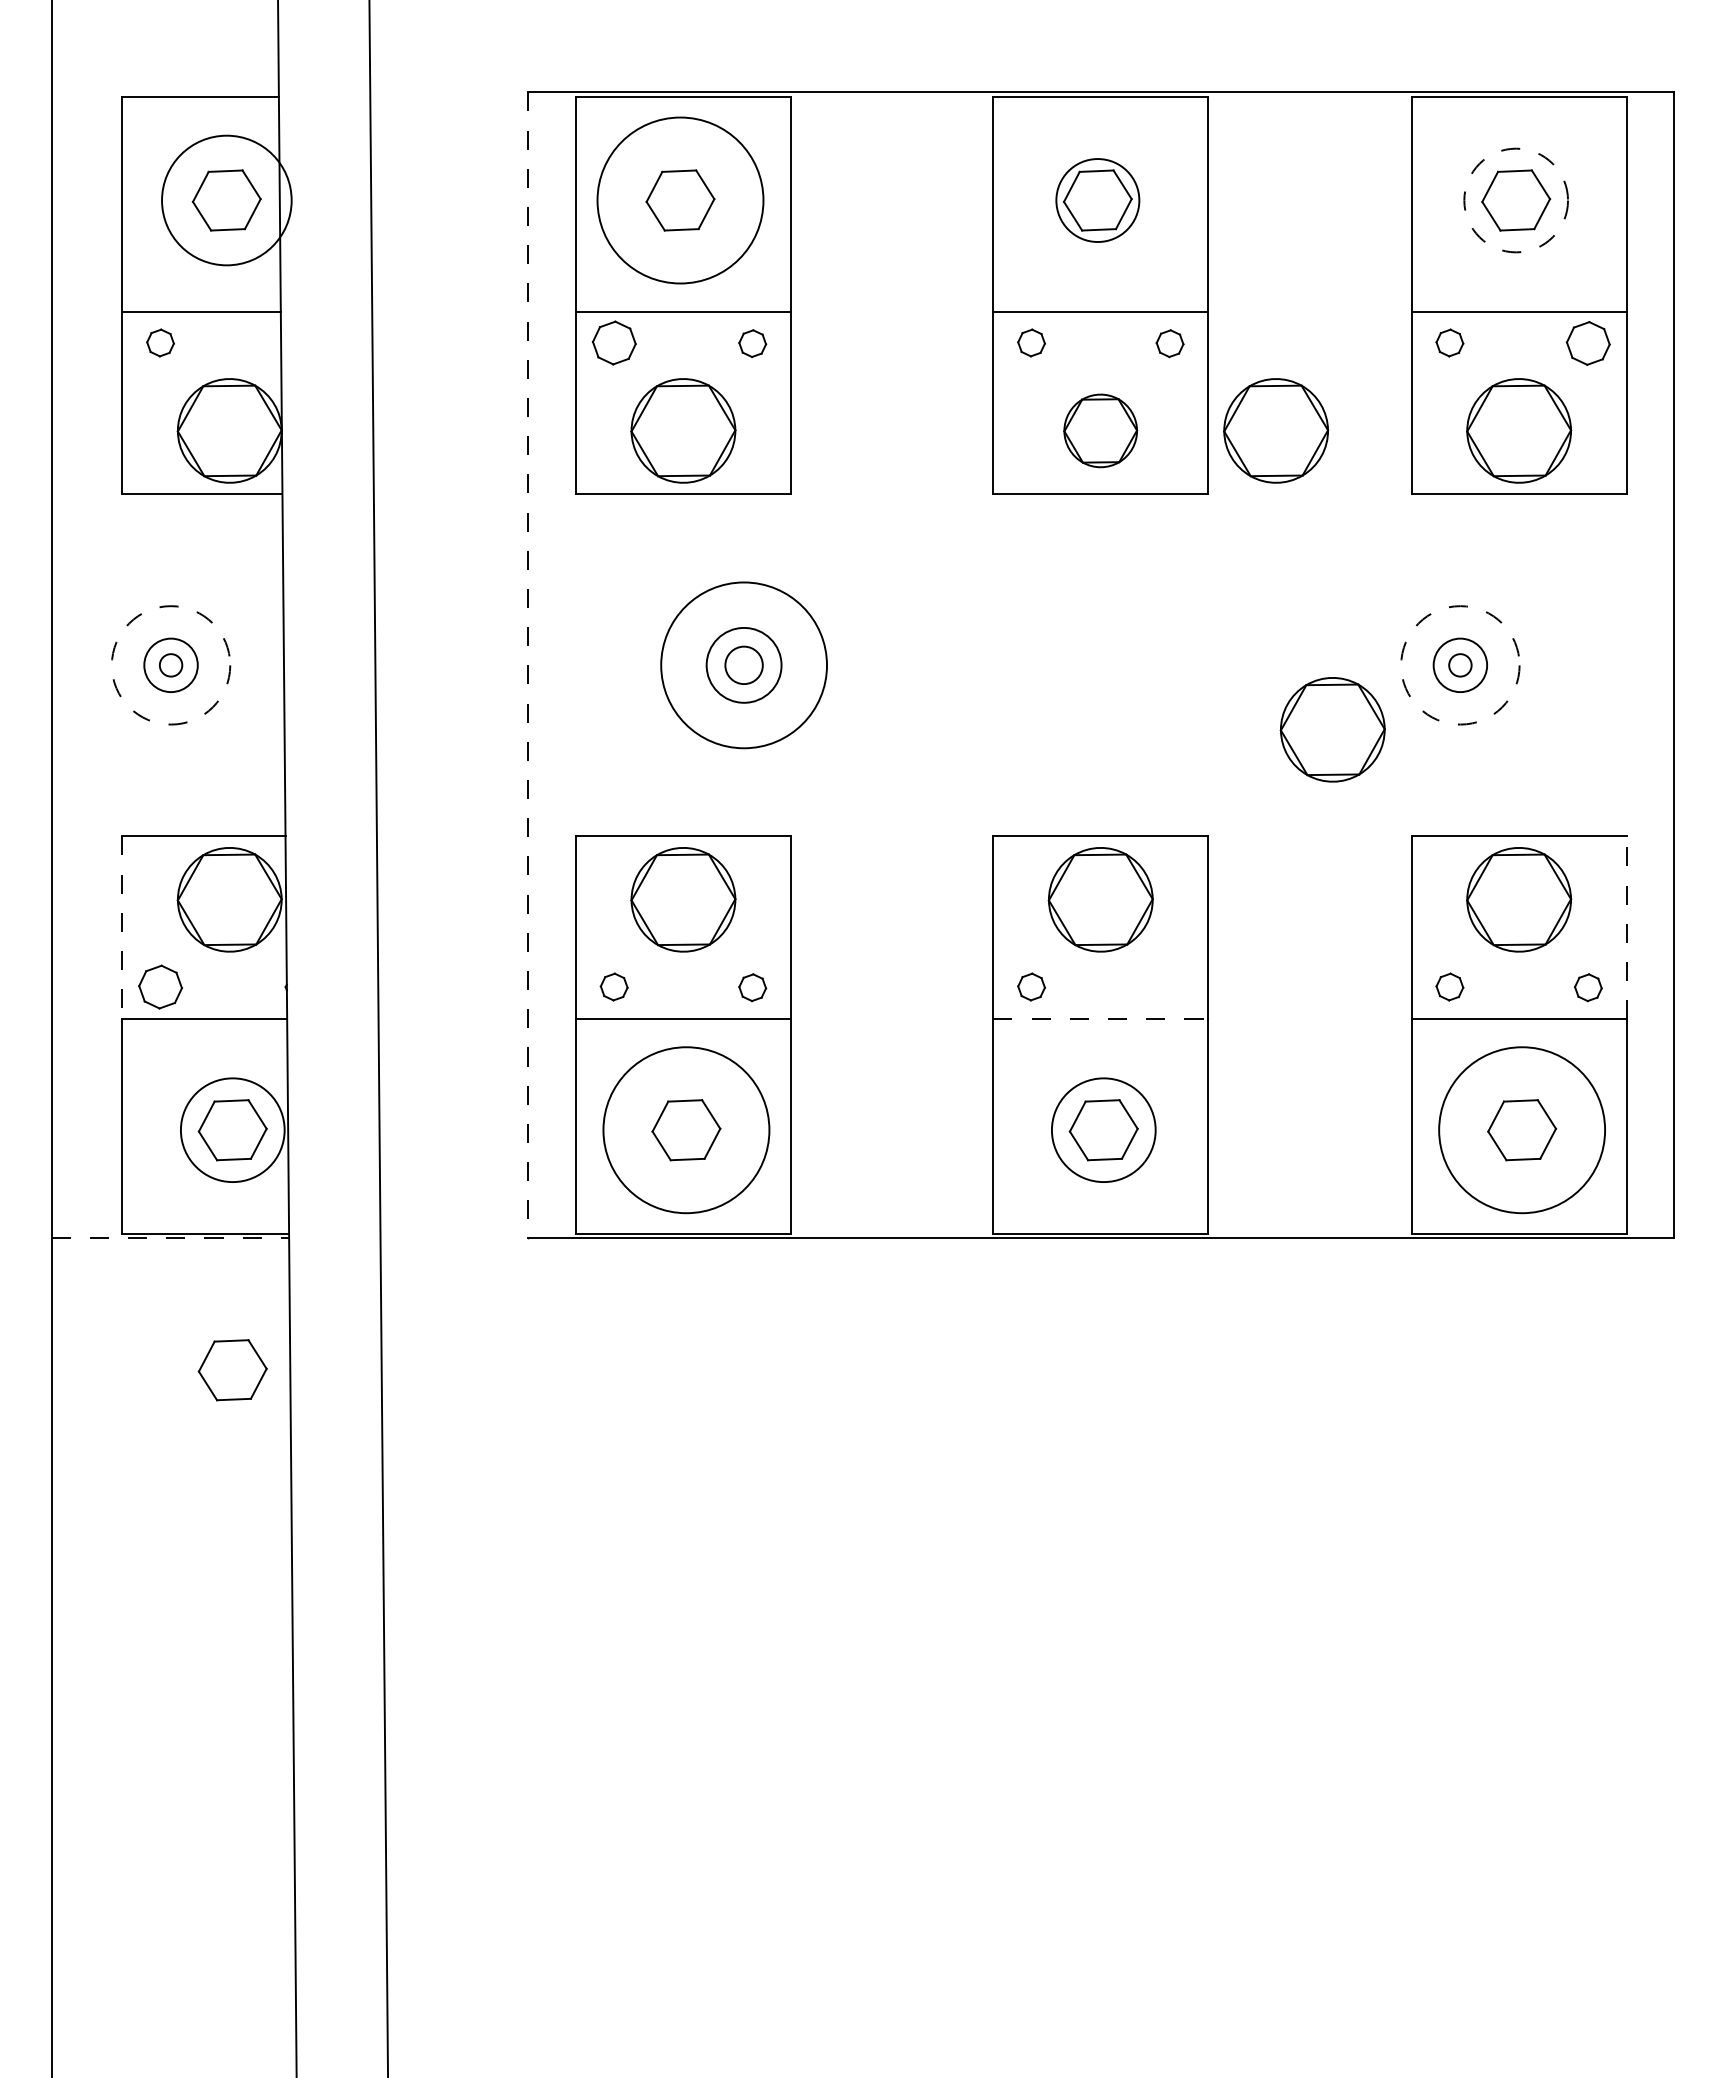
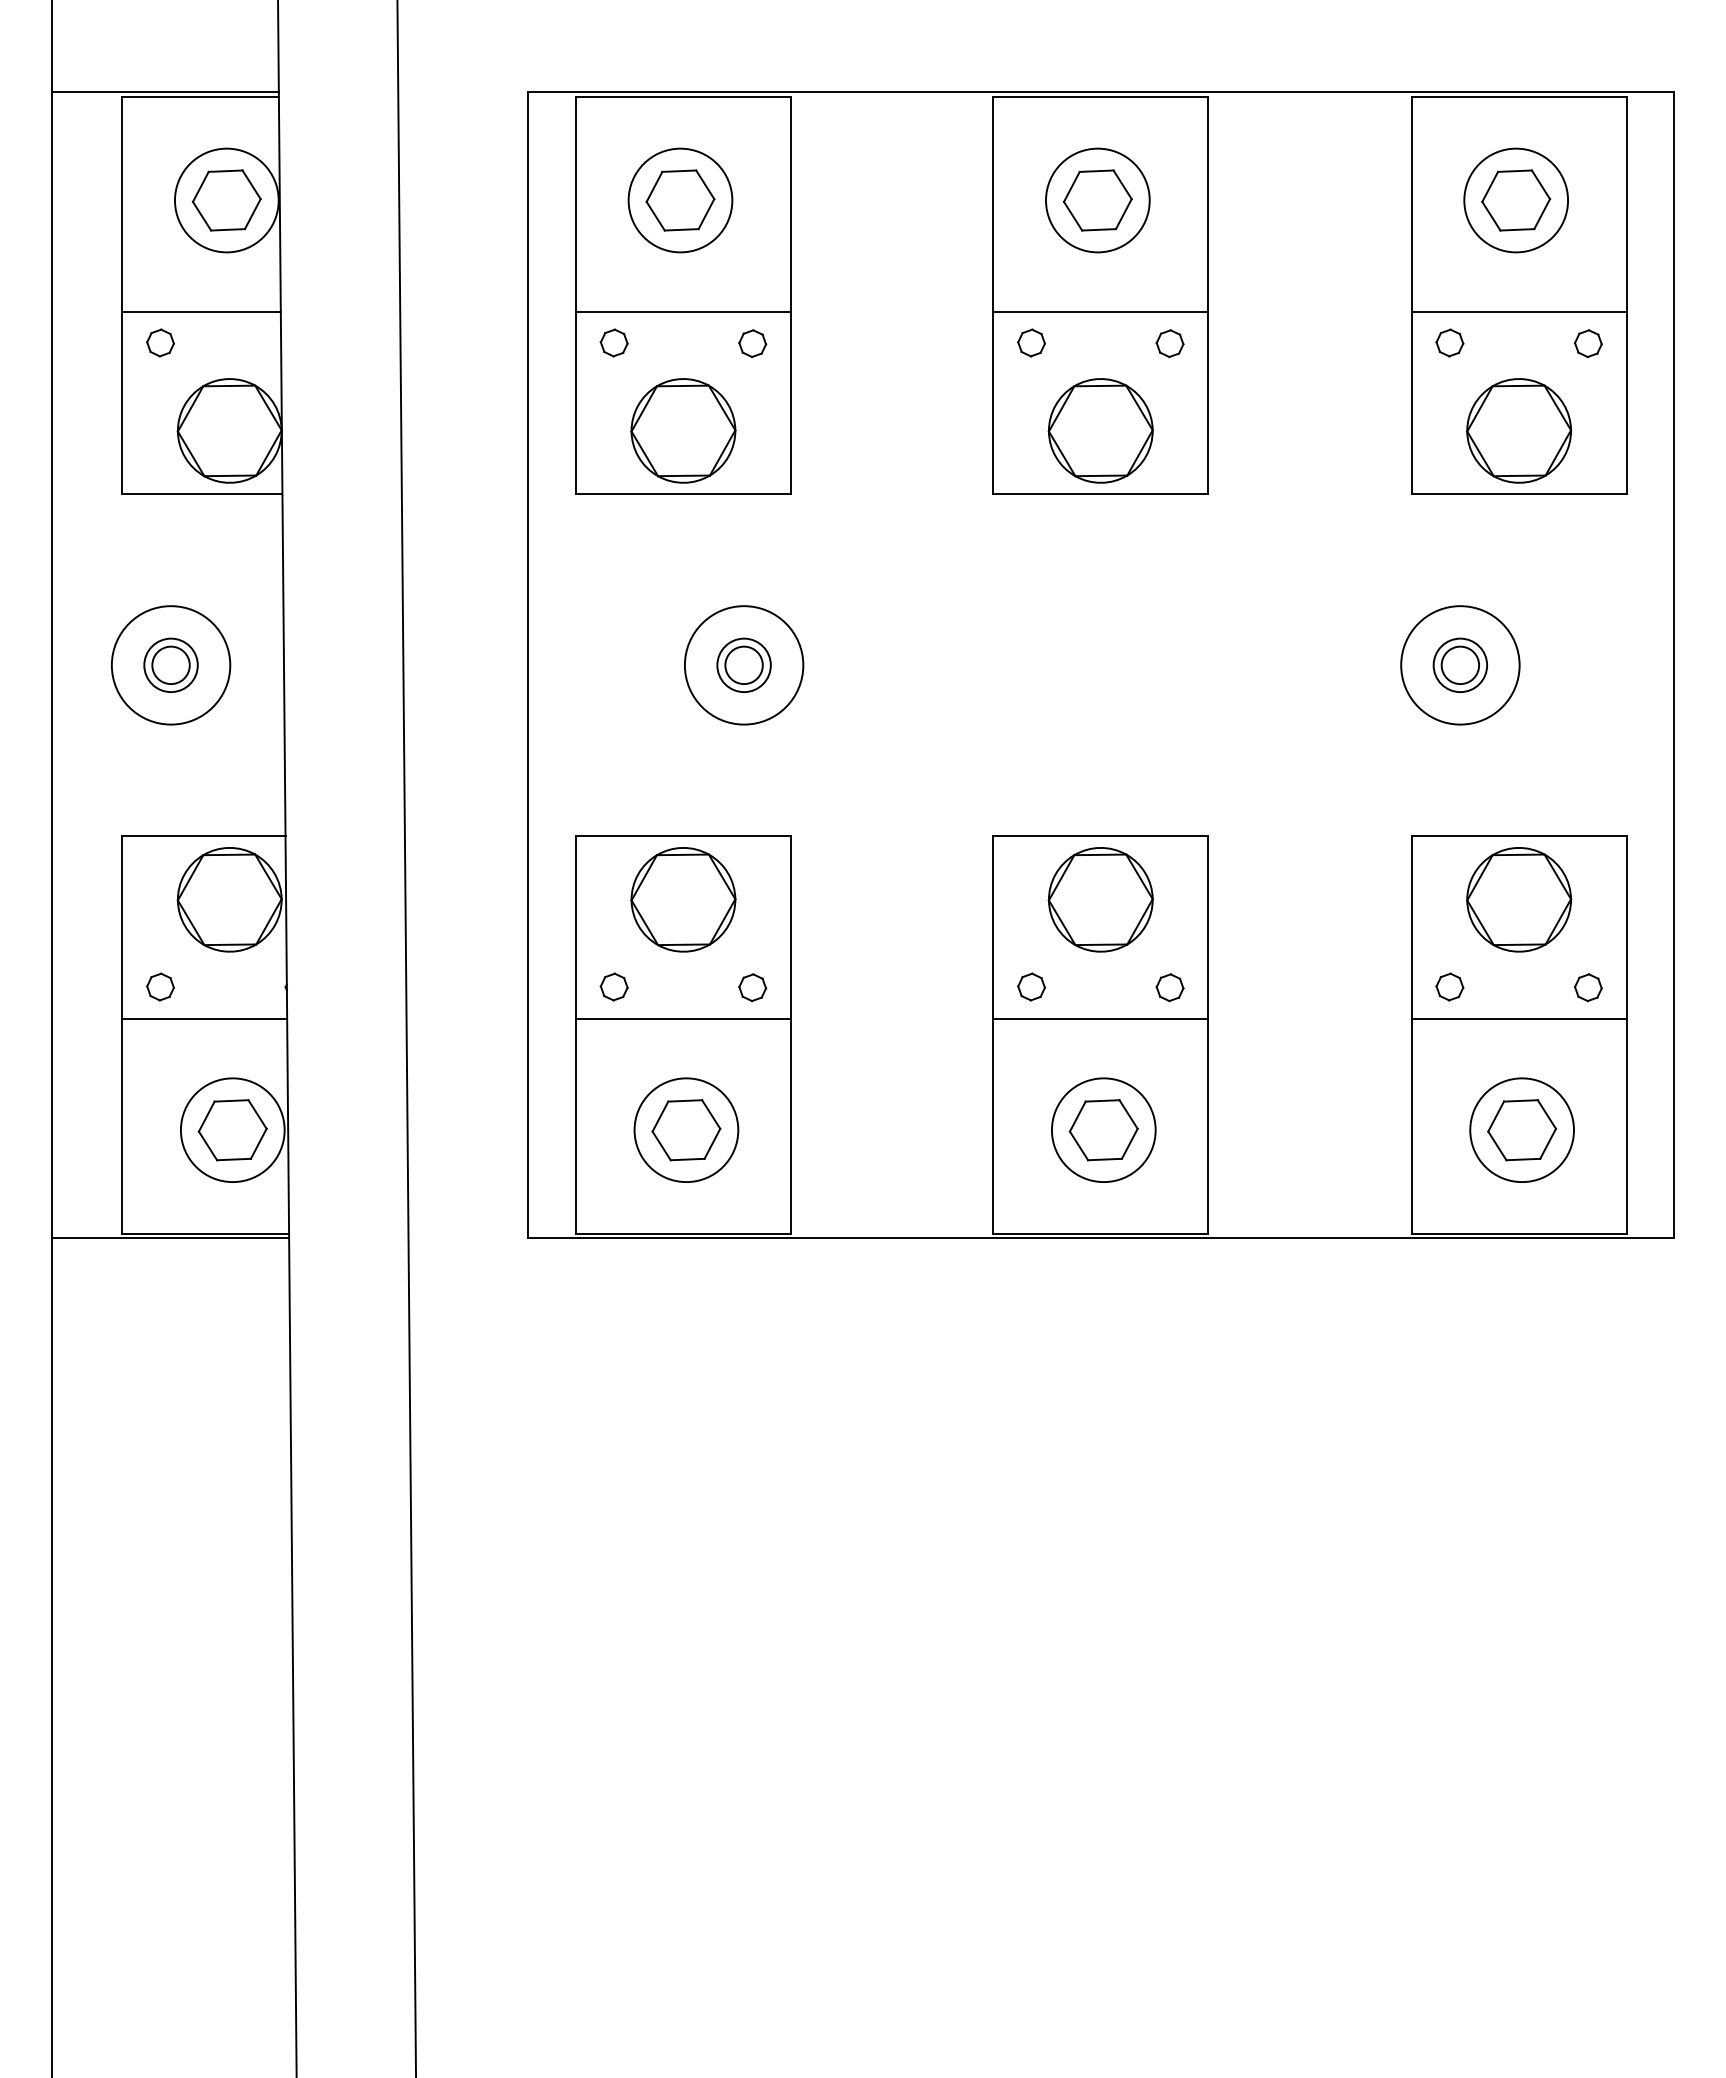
line at (164, 92): none -> present
circle at (226, 200) diameter: 130 px -> 104 px
circle at (680, 200) diameter: 166 px -> 104 px
circle at (1097, 200) diameter: 83 px -> 104 px
circle at (1516, 200): dashed -> solid
part at (614, 342) size: 45x46 px -> 30x30 px
part at (1587, 343) size: 46x45 px -> 29x30 px
part at (1100, 430) size: 76x76 px -> 107x106 px
part at (1276, 430): present -> none
circle at (743, 664) diameter: 75 px -> 53 px
circle at (170, 665) diameter: 22 px -> 37 px
circle at (170, 665): dashed -> solid
line at (528, 665): dashed -> solid
circle at (744, 665) diameter: 166 px -> 118 px
circle at (1460, 665) diameter: 22 px -> 37 px
circle at (1460, 665): dashed -> solid
part at (1332, 729): present -> none
line at (1626, 927): dashed -> solid
line at (122, 928): dashed -> solid
part at (160, 986) size: 45x46 px -> 29x30 px
part at (1169, 987): none -> present
line at (1101, 1019): dashed -> solid
line at (378, 1038) position: (378, 1038) -> (406, 1038)
circle at (686, 1130) diameter: 166 px -> 104 px
circle at (1522, 1130) diameter: 166 px -> 104 px
line at (170, 1238): dashed -> solid
part at (232, 1370): present -> none
